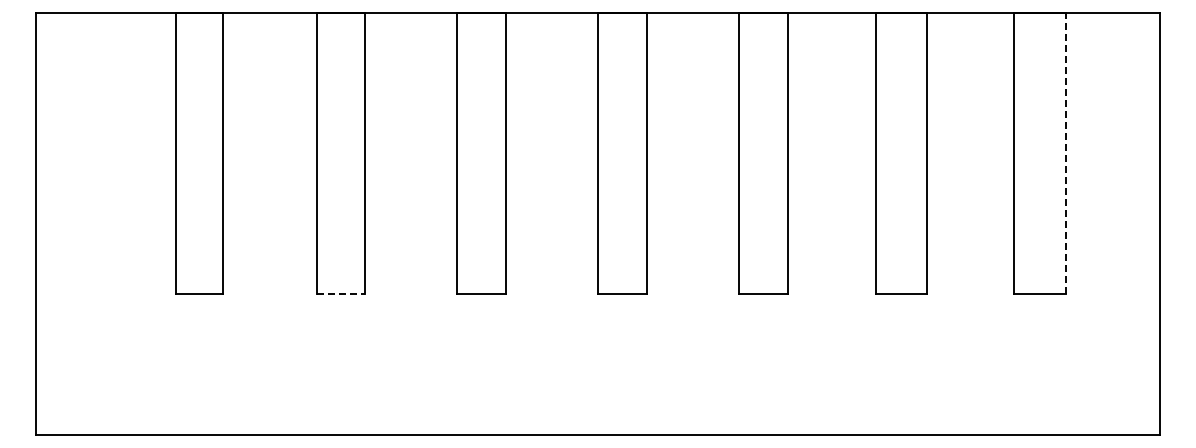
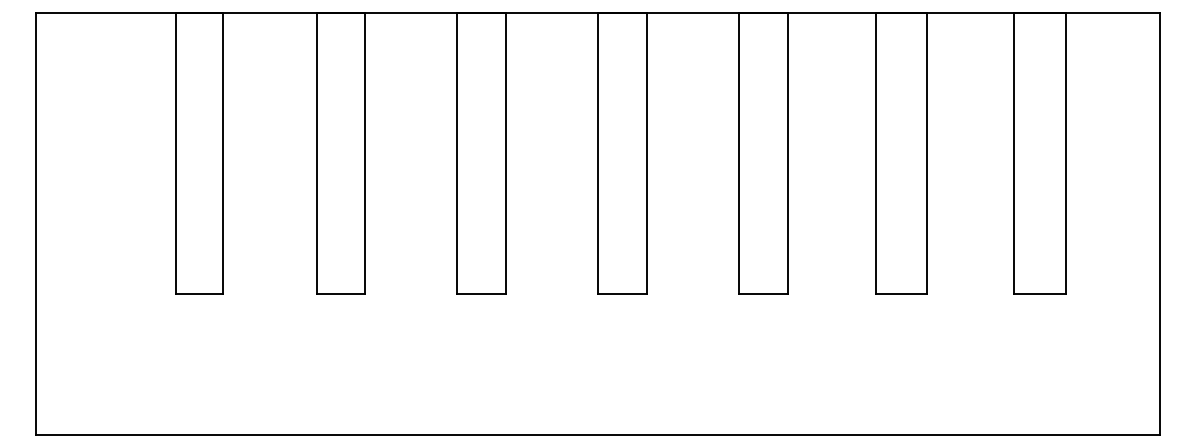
line at (1065, 153): dashed -> solid
line at (340, 294): dashed -> solid
